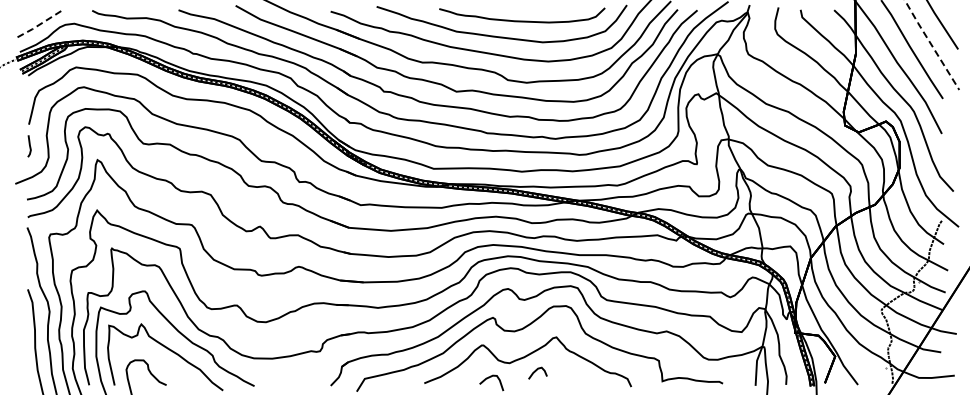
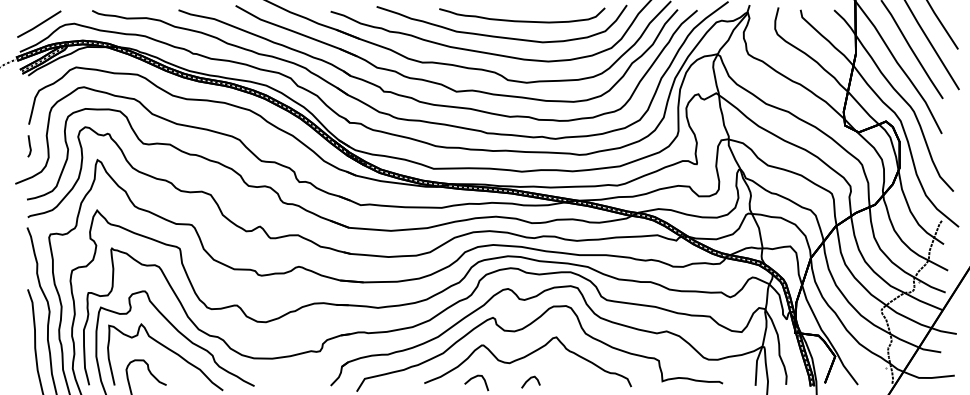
line at (38, 25): dashed -> solid
line at (931, 45): dashed -> solid
curve at (536, 371) position: (536, 371) -> (529, 380)
curve at (489, 378) position: (489, 378) -> (474, 378)
